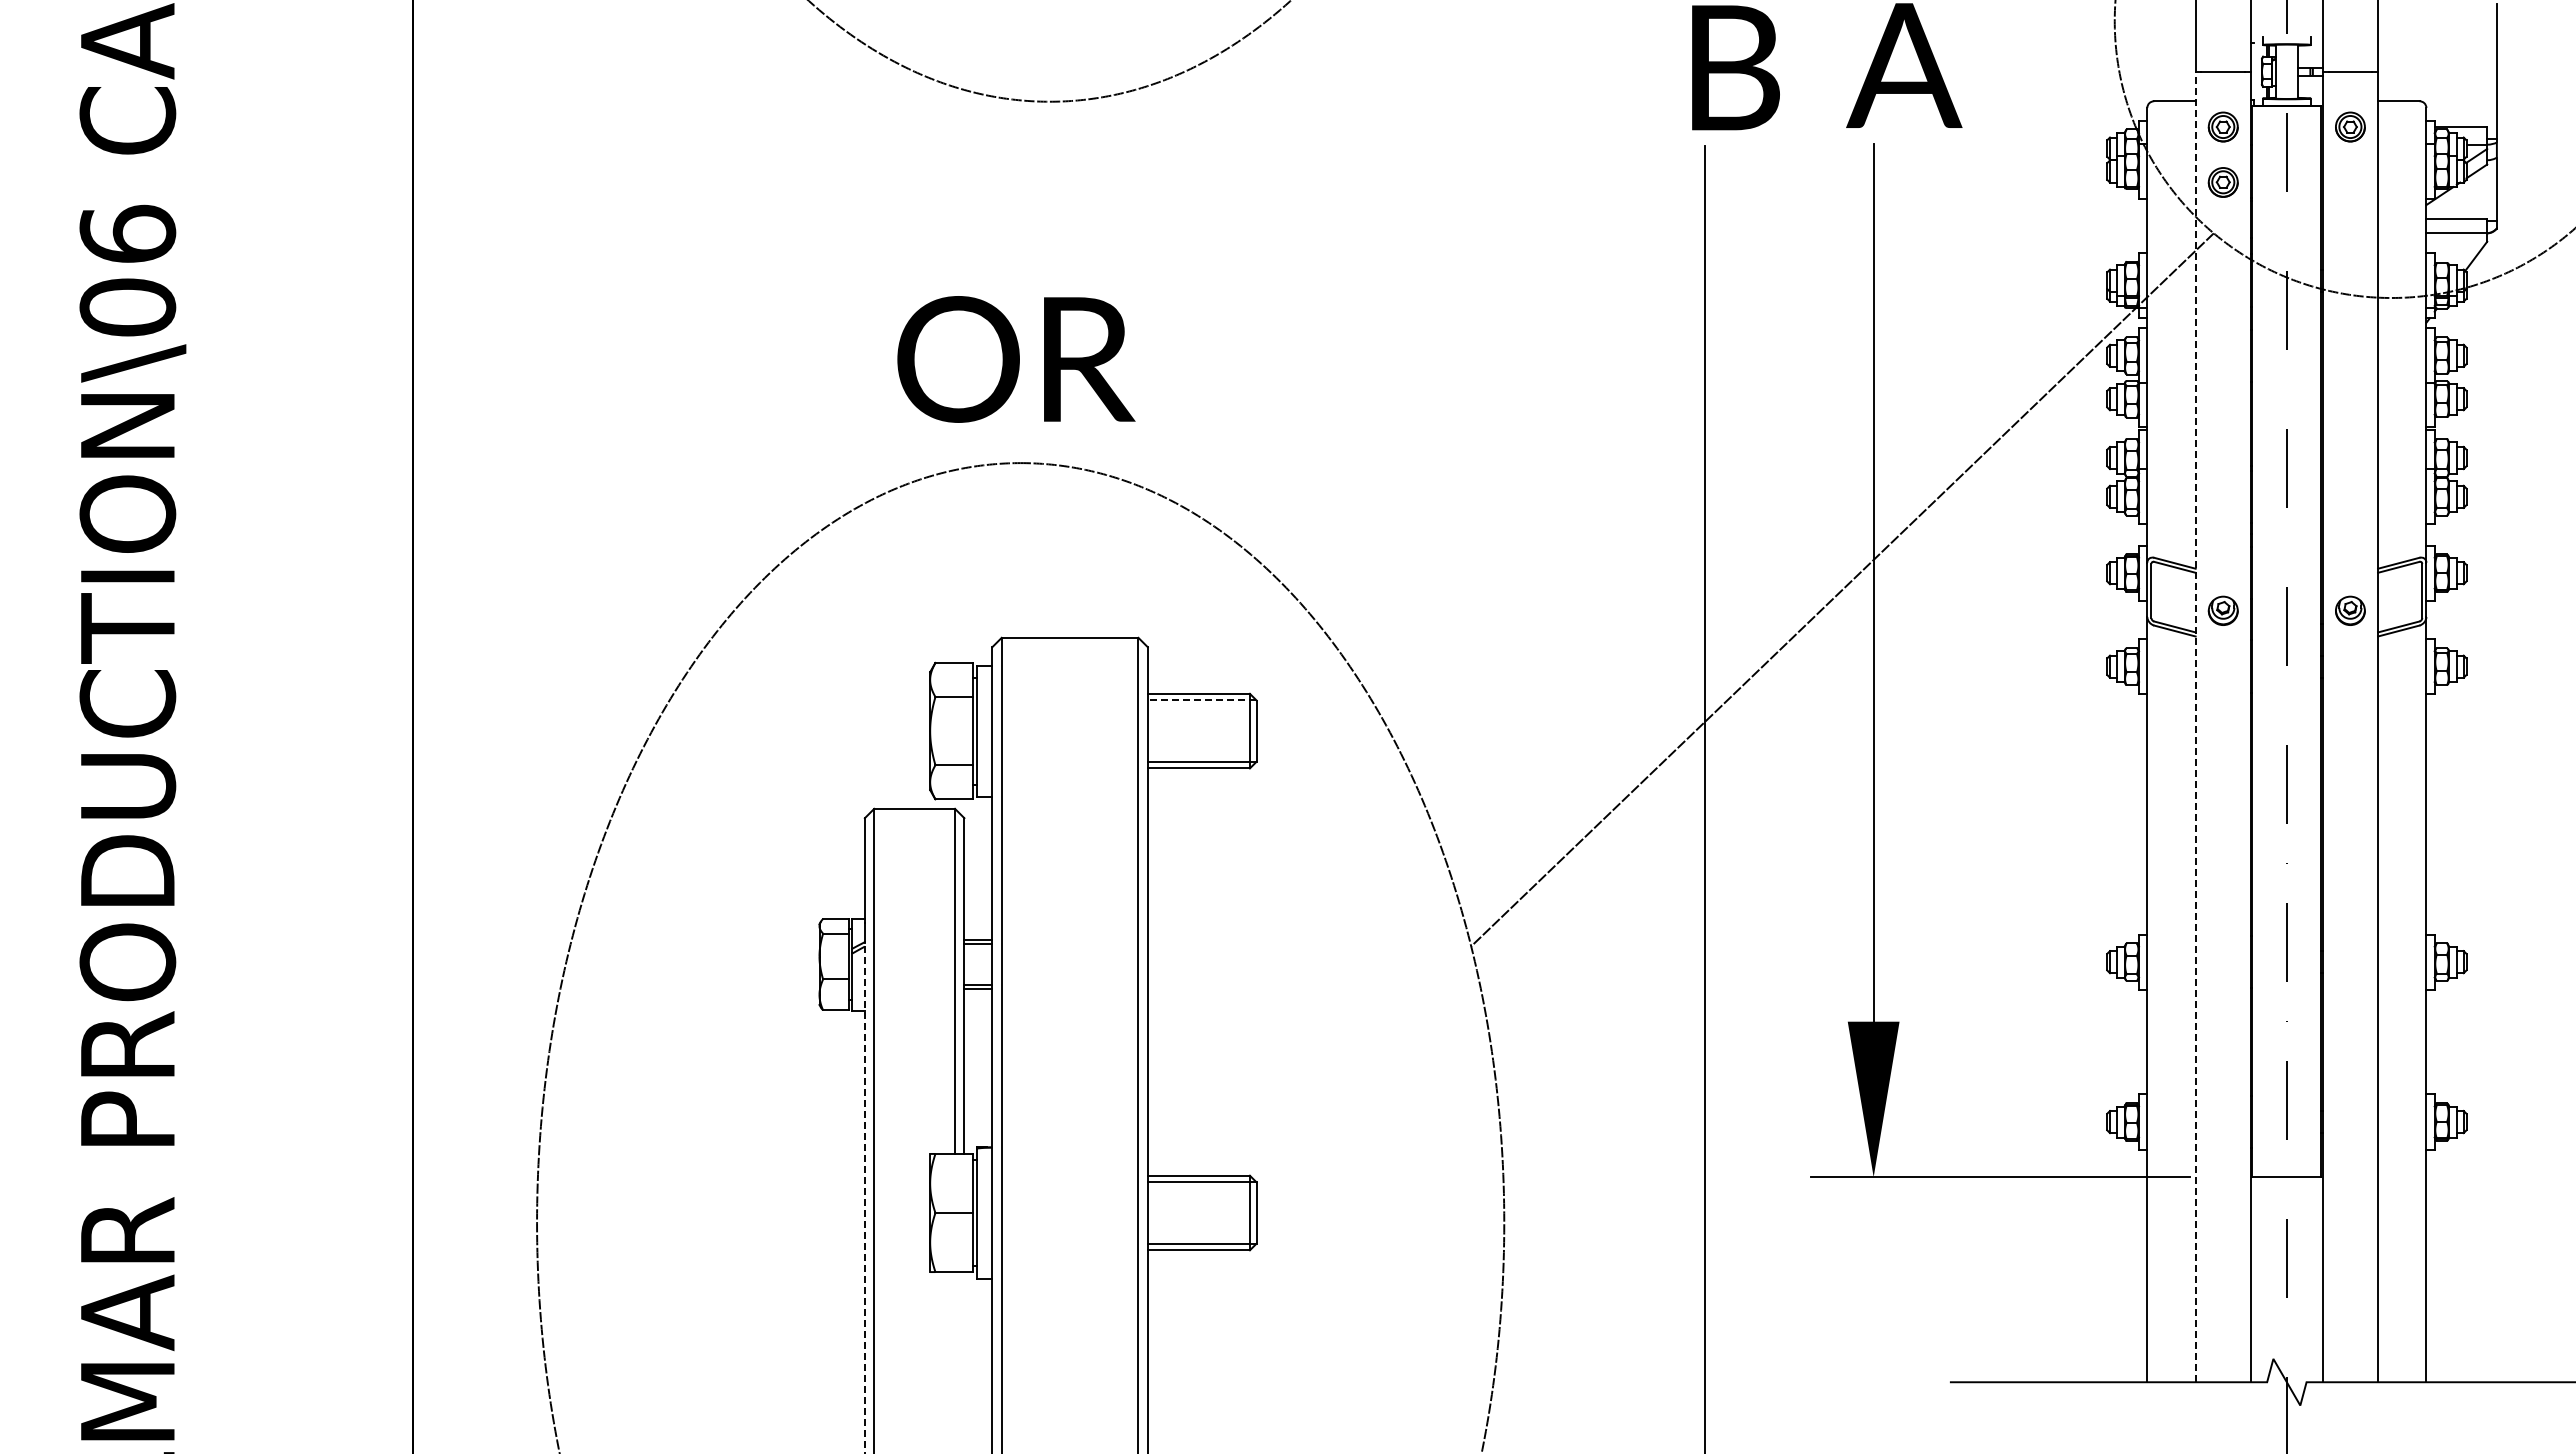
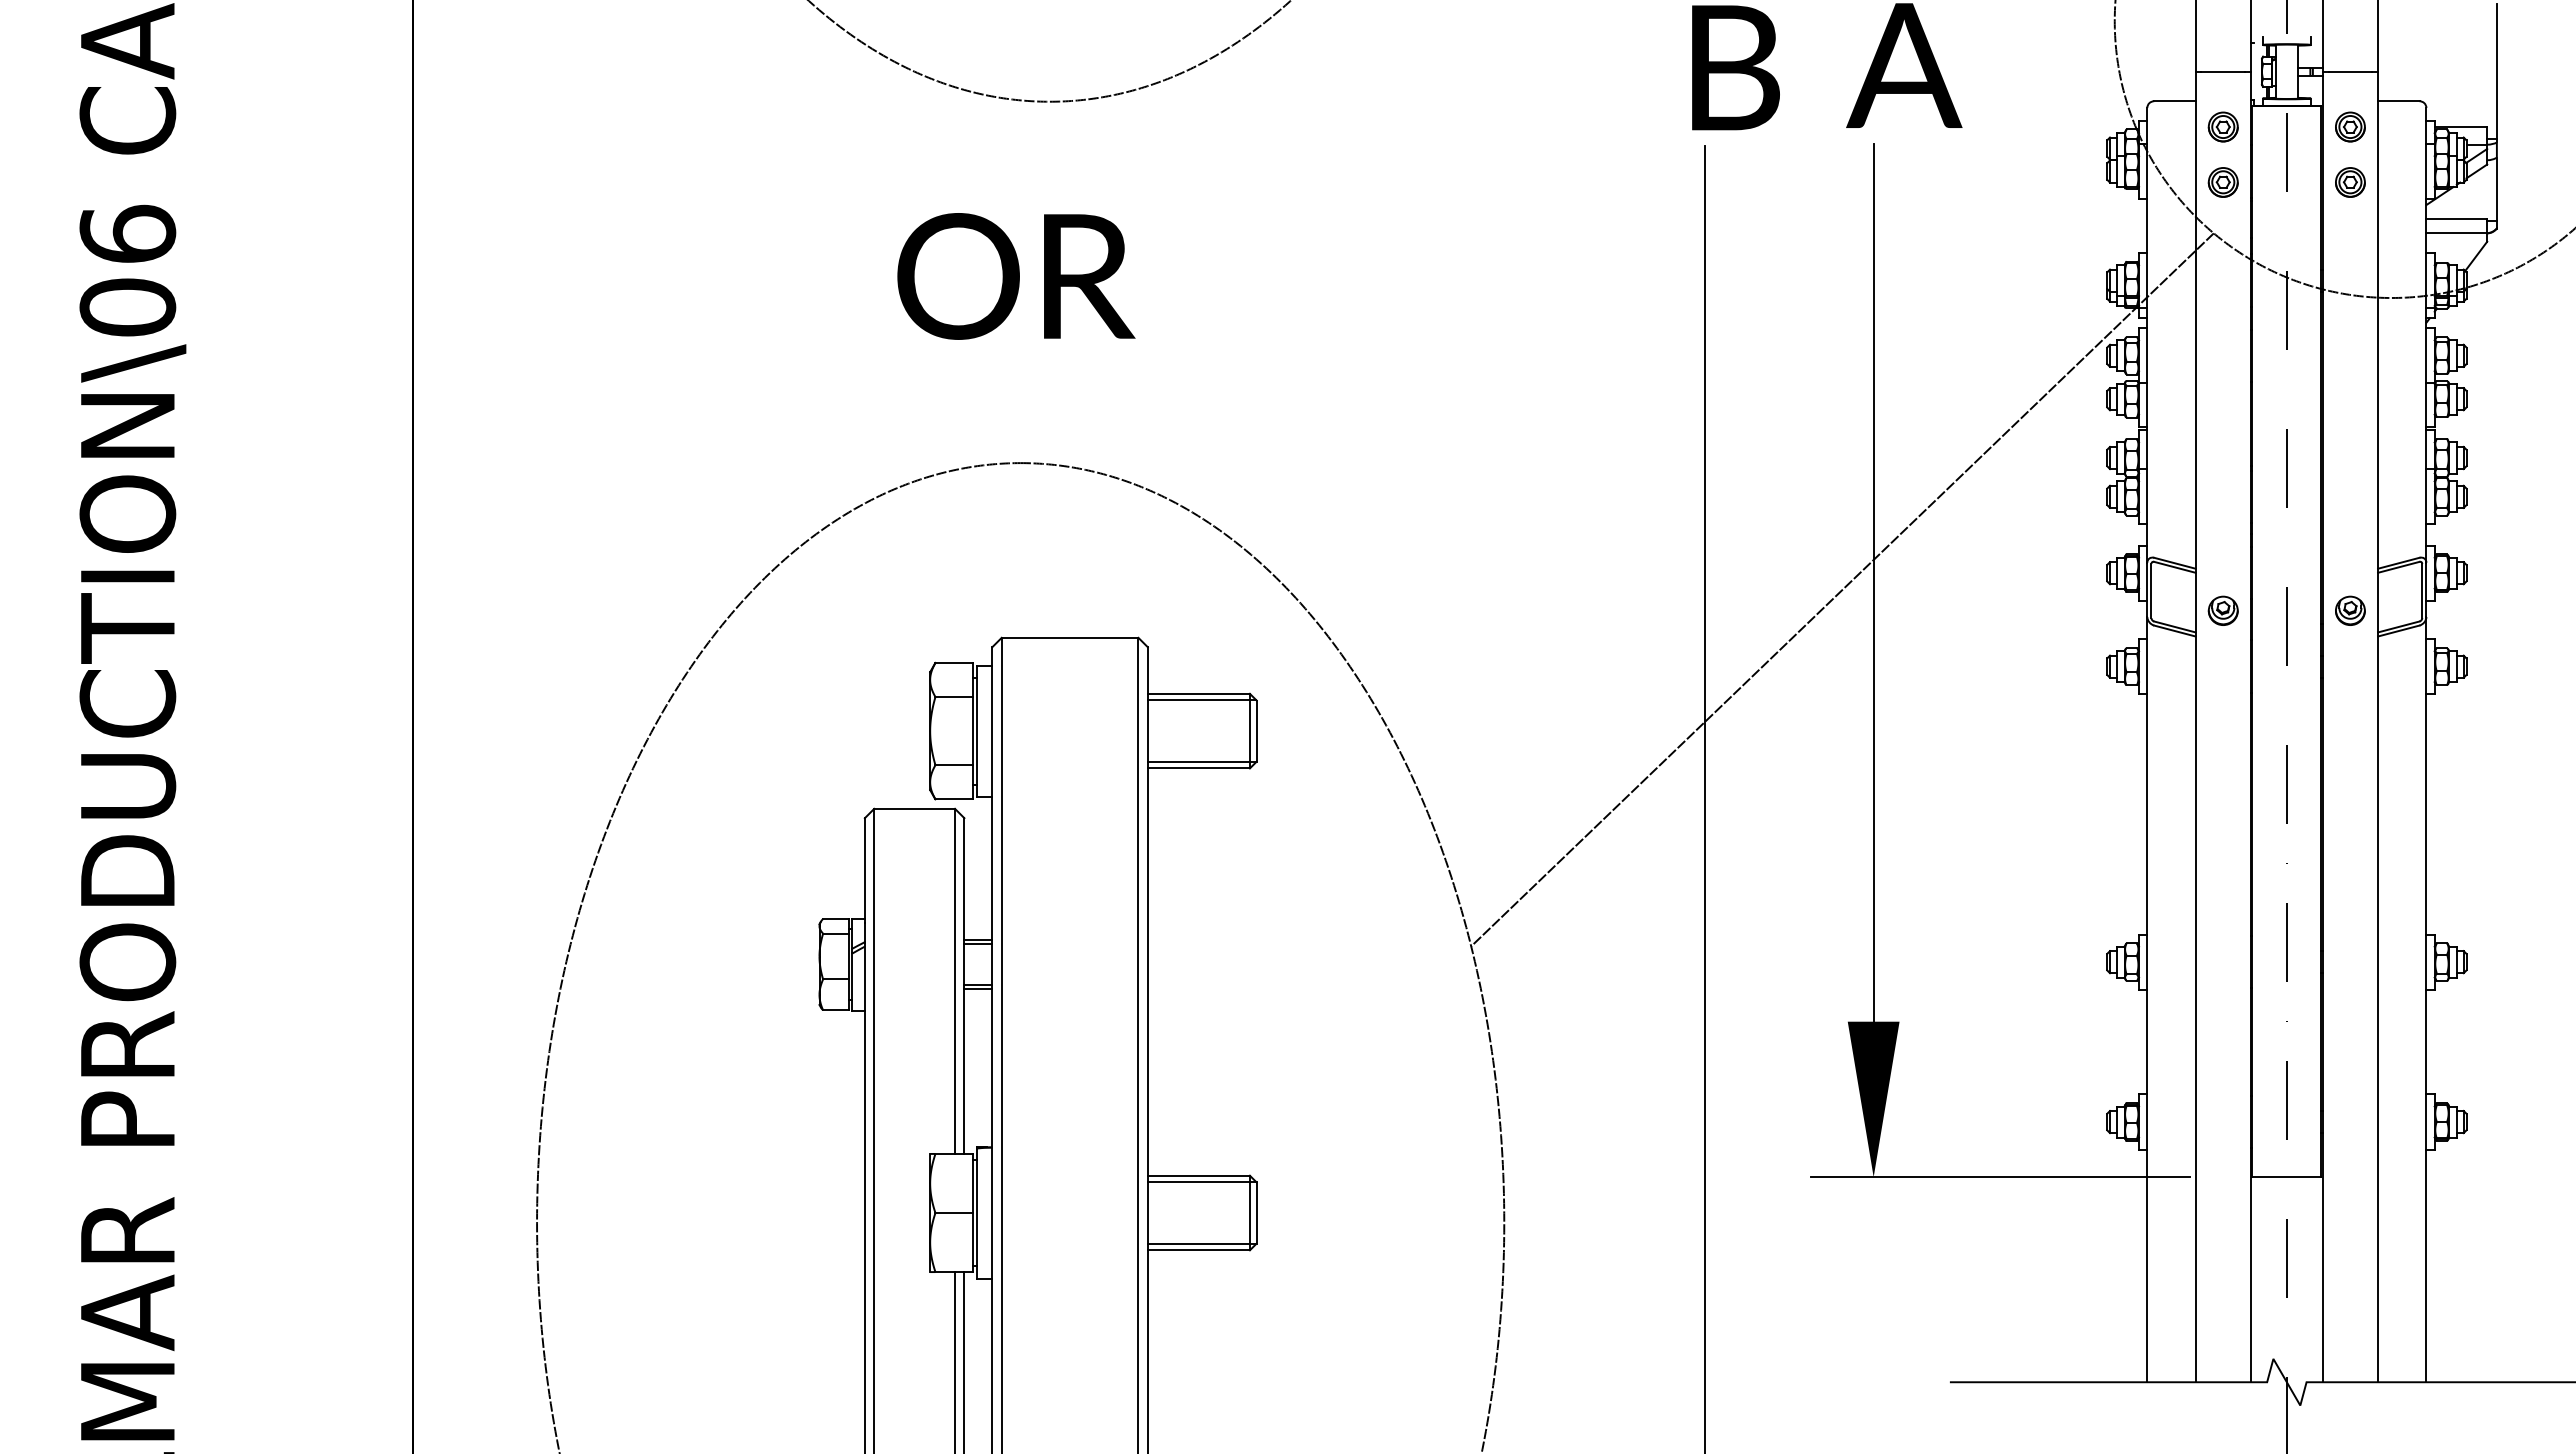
part at (2350, 182): none -> present
text at (1016, 359) position: (1016, 359) -> (1016, 276)
line at (1201, 700): dashed -> solid
line at (2195, 726): dashed -> solid
line at (864, 1198): dashed -> solid
line at (955, 1361): none -> present
line at (964, 1361): none -> present
